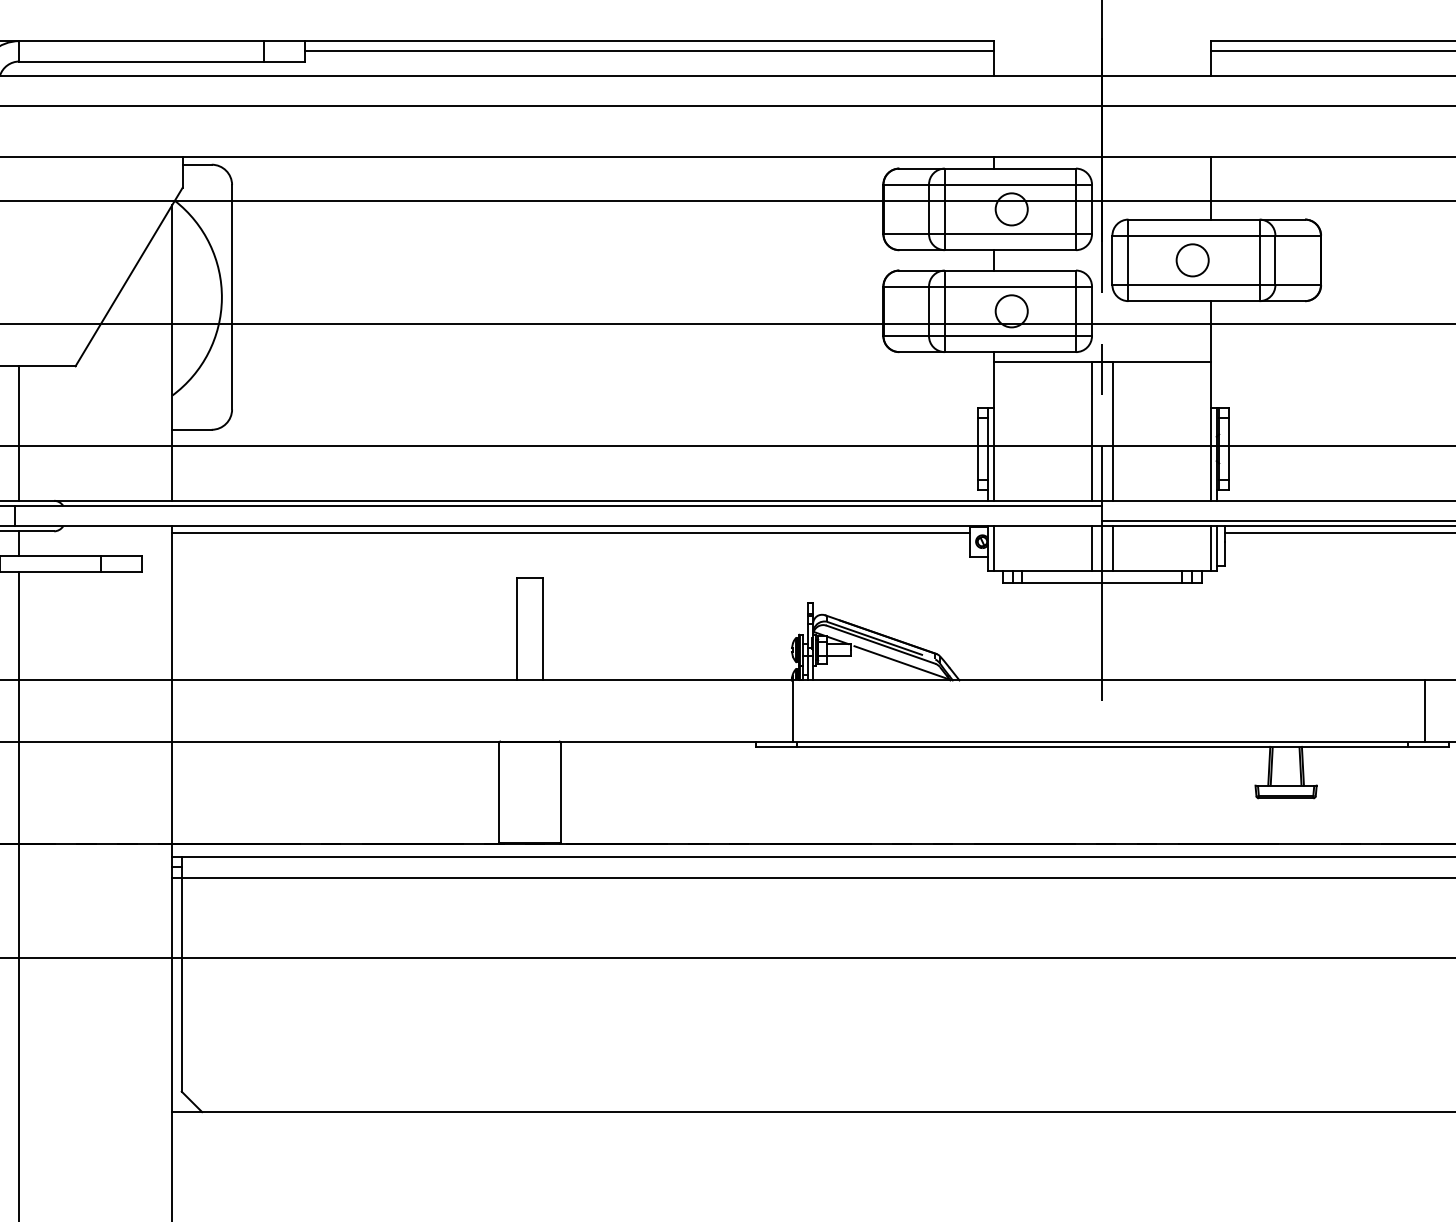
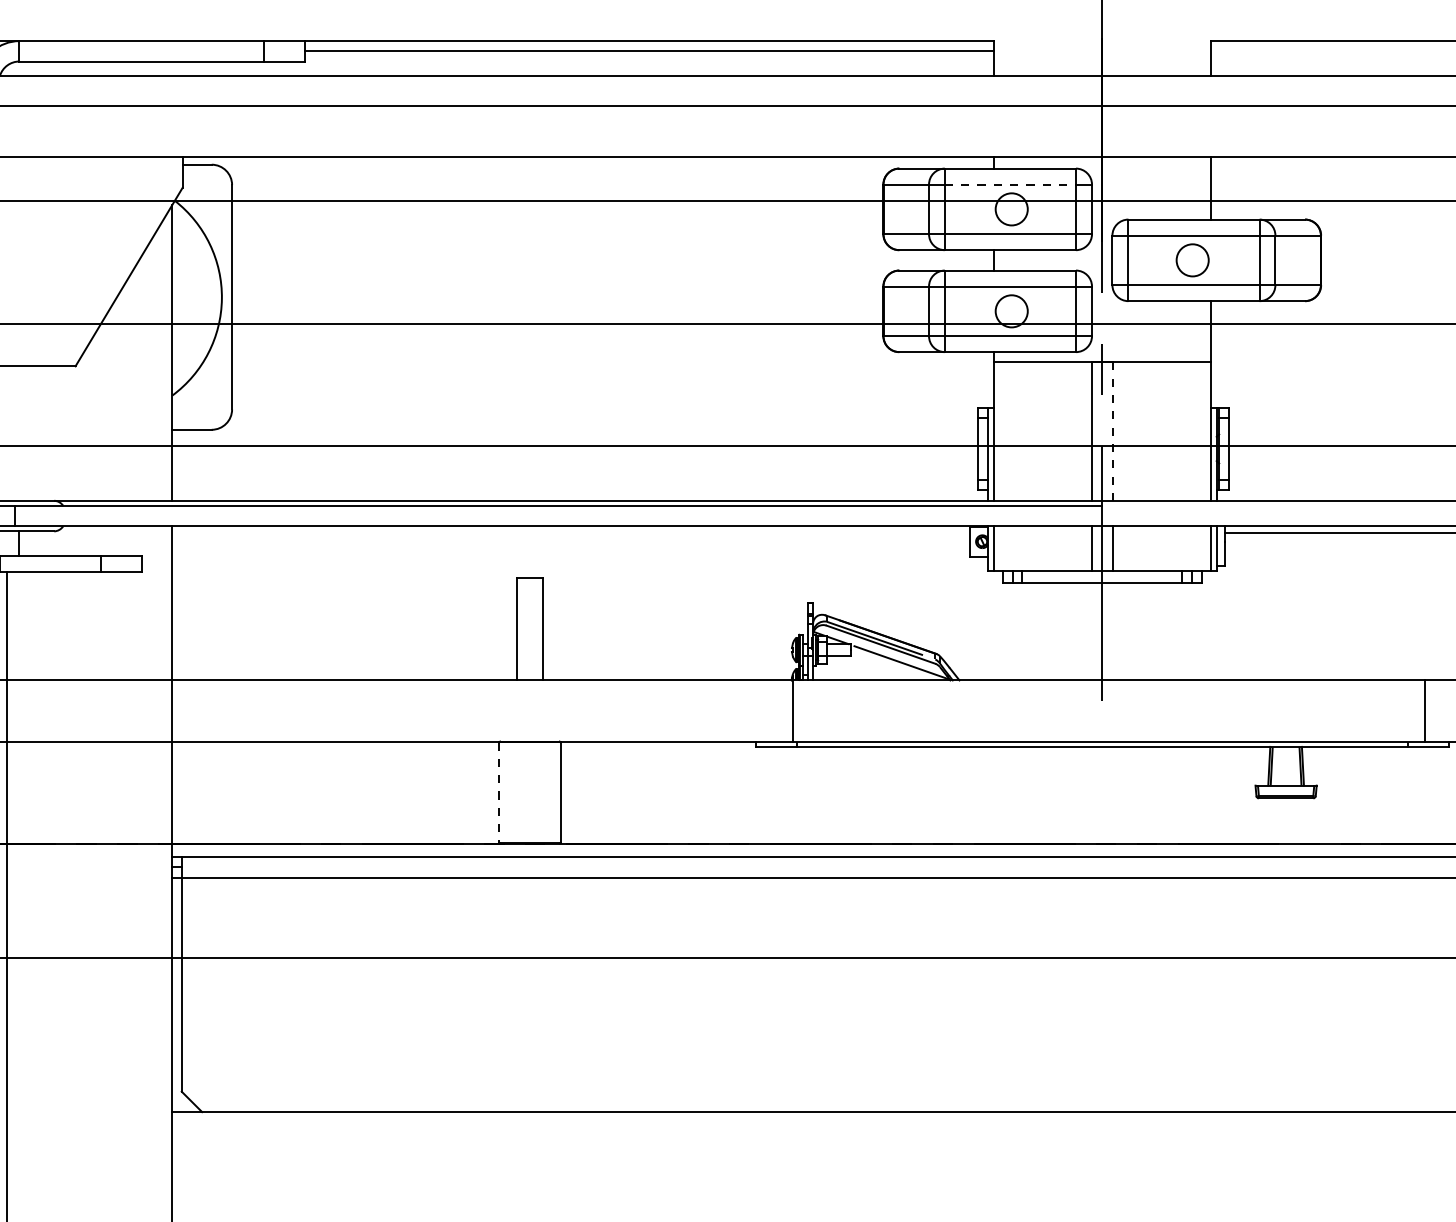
line at (1331, 51): present -> none
line at (1010, 184): solid -> dashed
line at (1112, 432): solid -> dashed
line at (19, 433): present -> none
line at (1276, 521): present -> none
line at (570, 532): present -> none
line at (499, 793): solid -> dashed
line at (19, 894) position: (19, 894) -> (7, 894)
